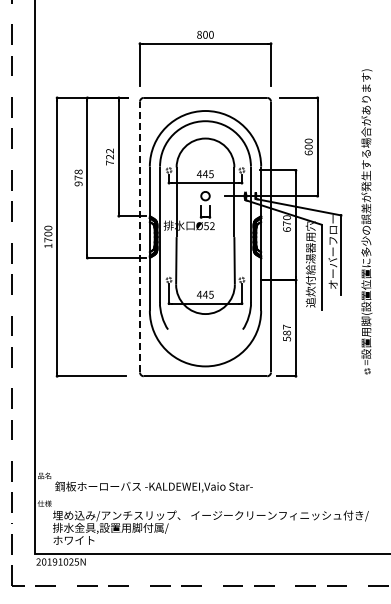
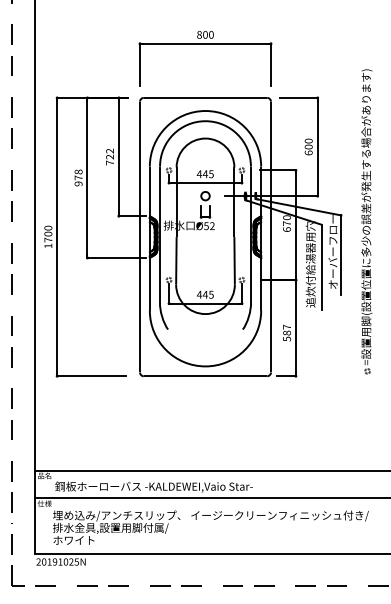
line at (140, 236): dashed -> solid
line at (211, 470): none -> present
line at (211, 498): none -> present
